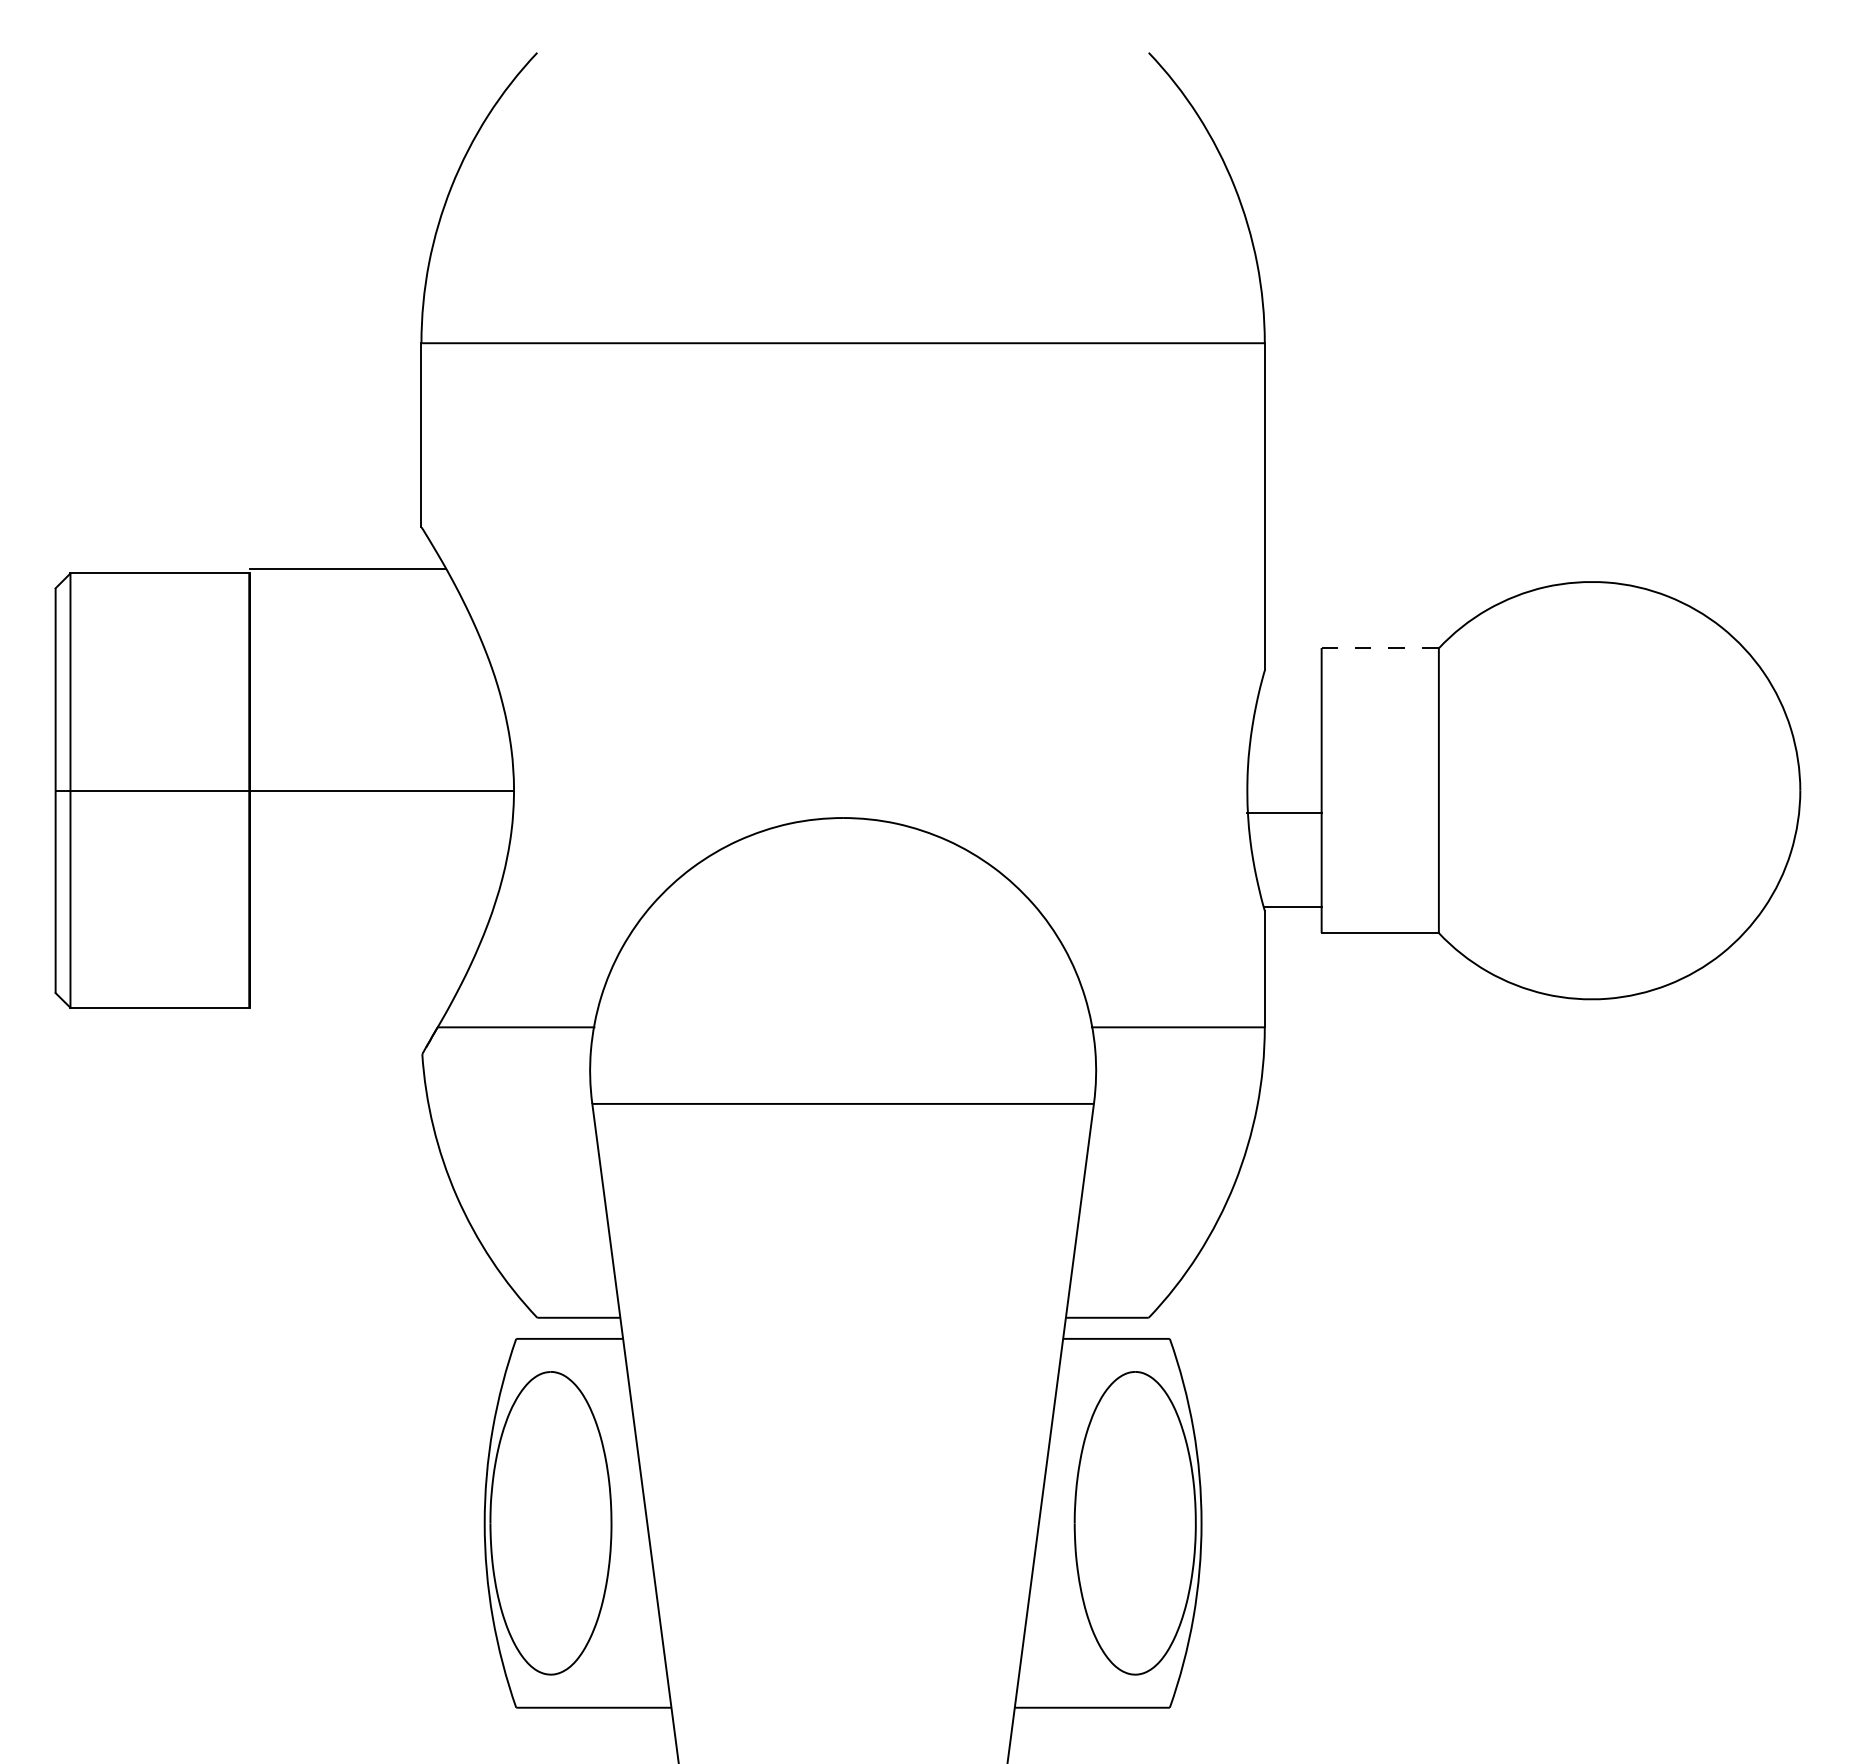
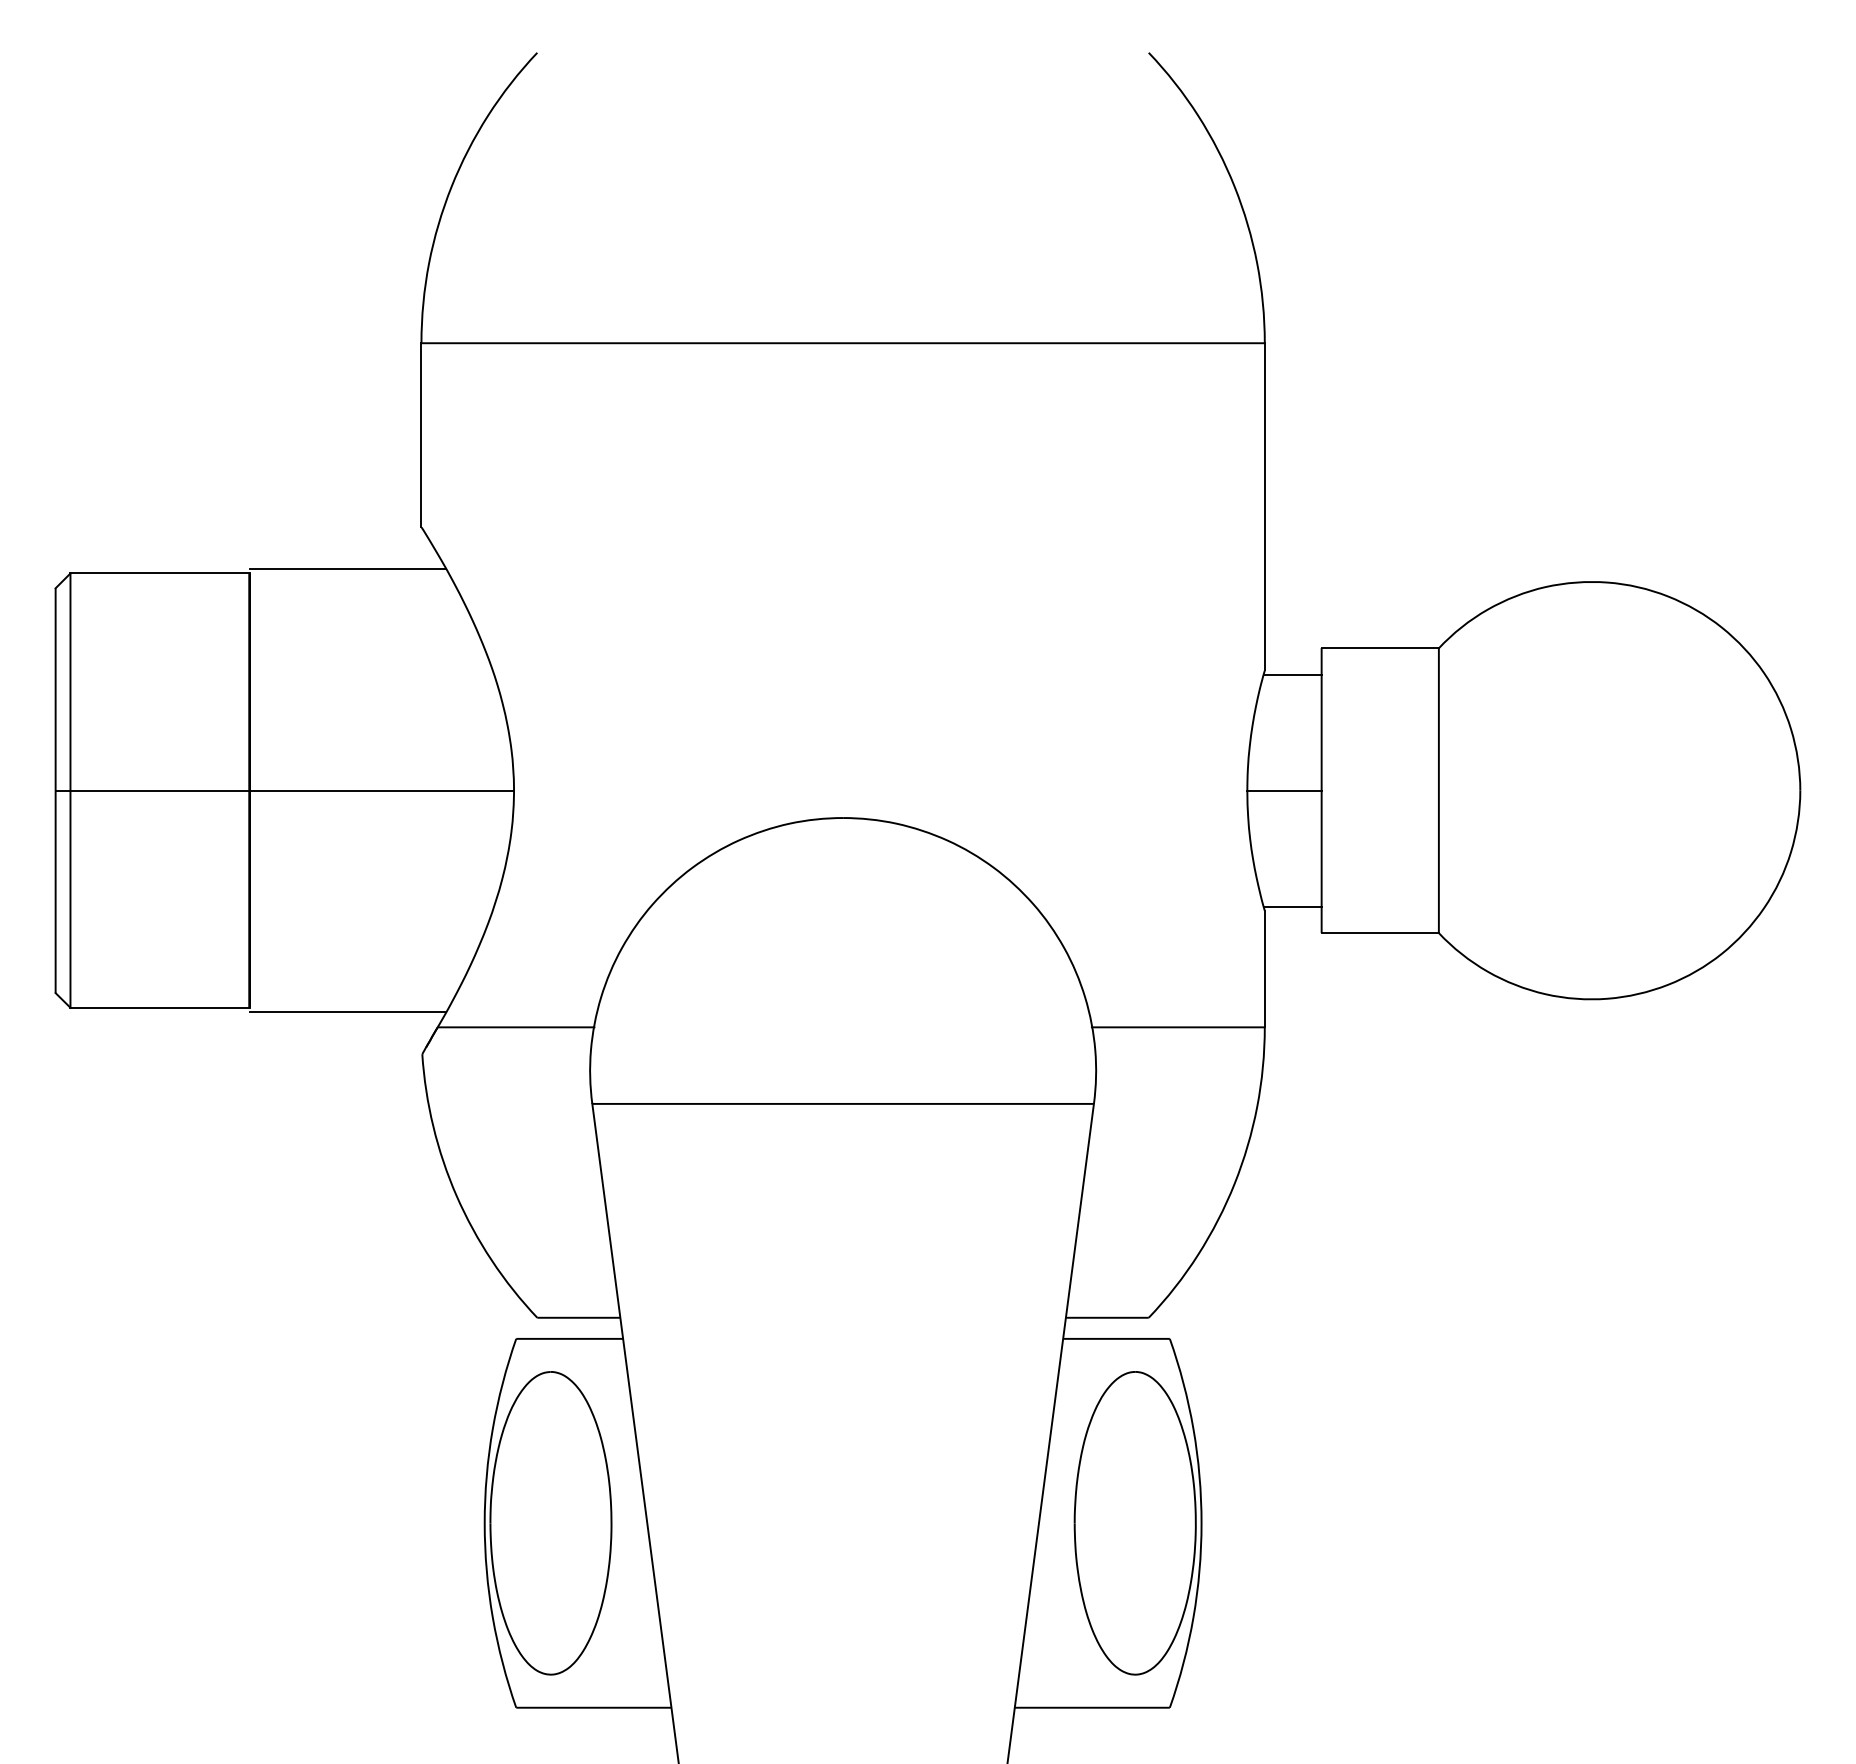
line at (1380, 648): dashed -> solid
line at (1292, 674): none -> present
line at (1284, 812) position: (1284, 812) -> (1284, 790)
line at (347, 1011): none -> present
